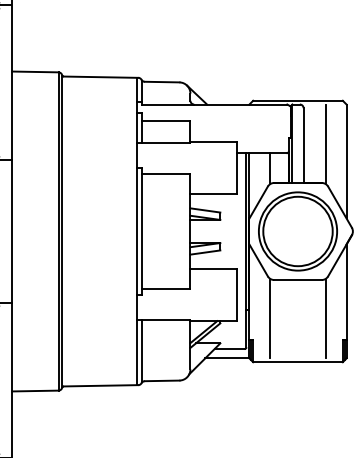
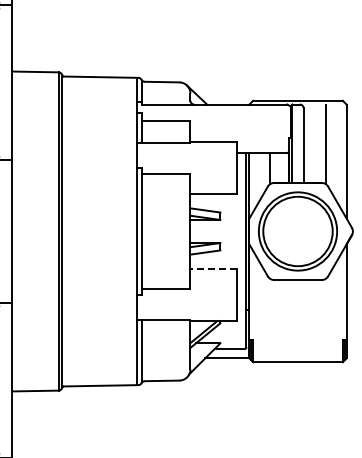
line at (213, 268): solid -> dashed
line at (269, 319): present -> none
line at (326, 319): present -> none
